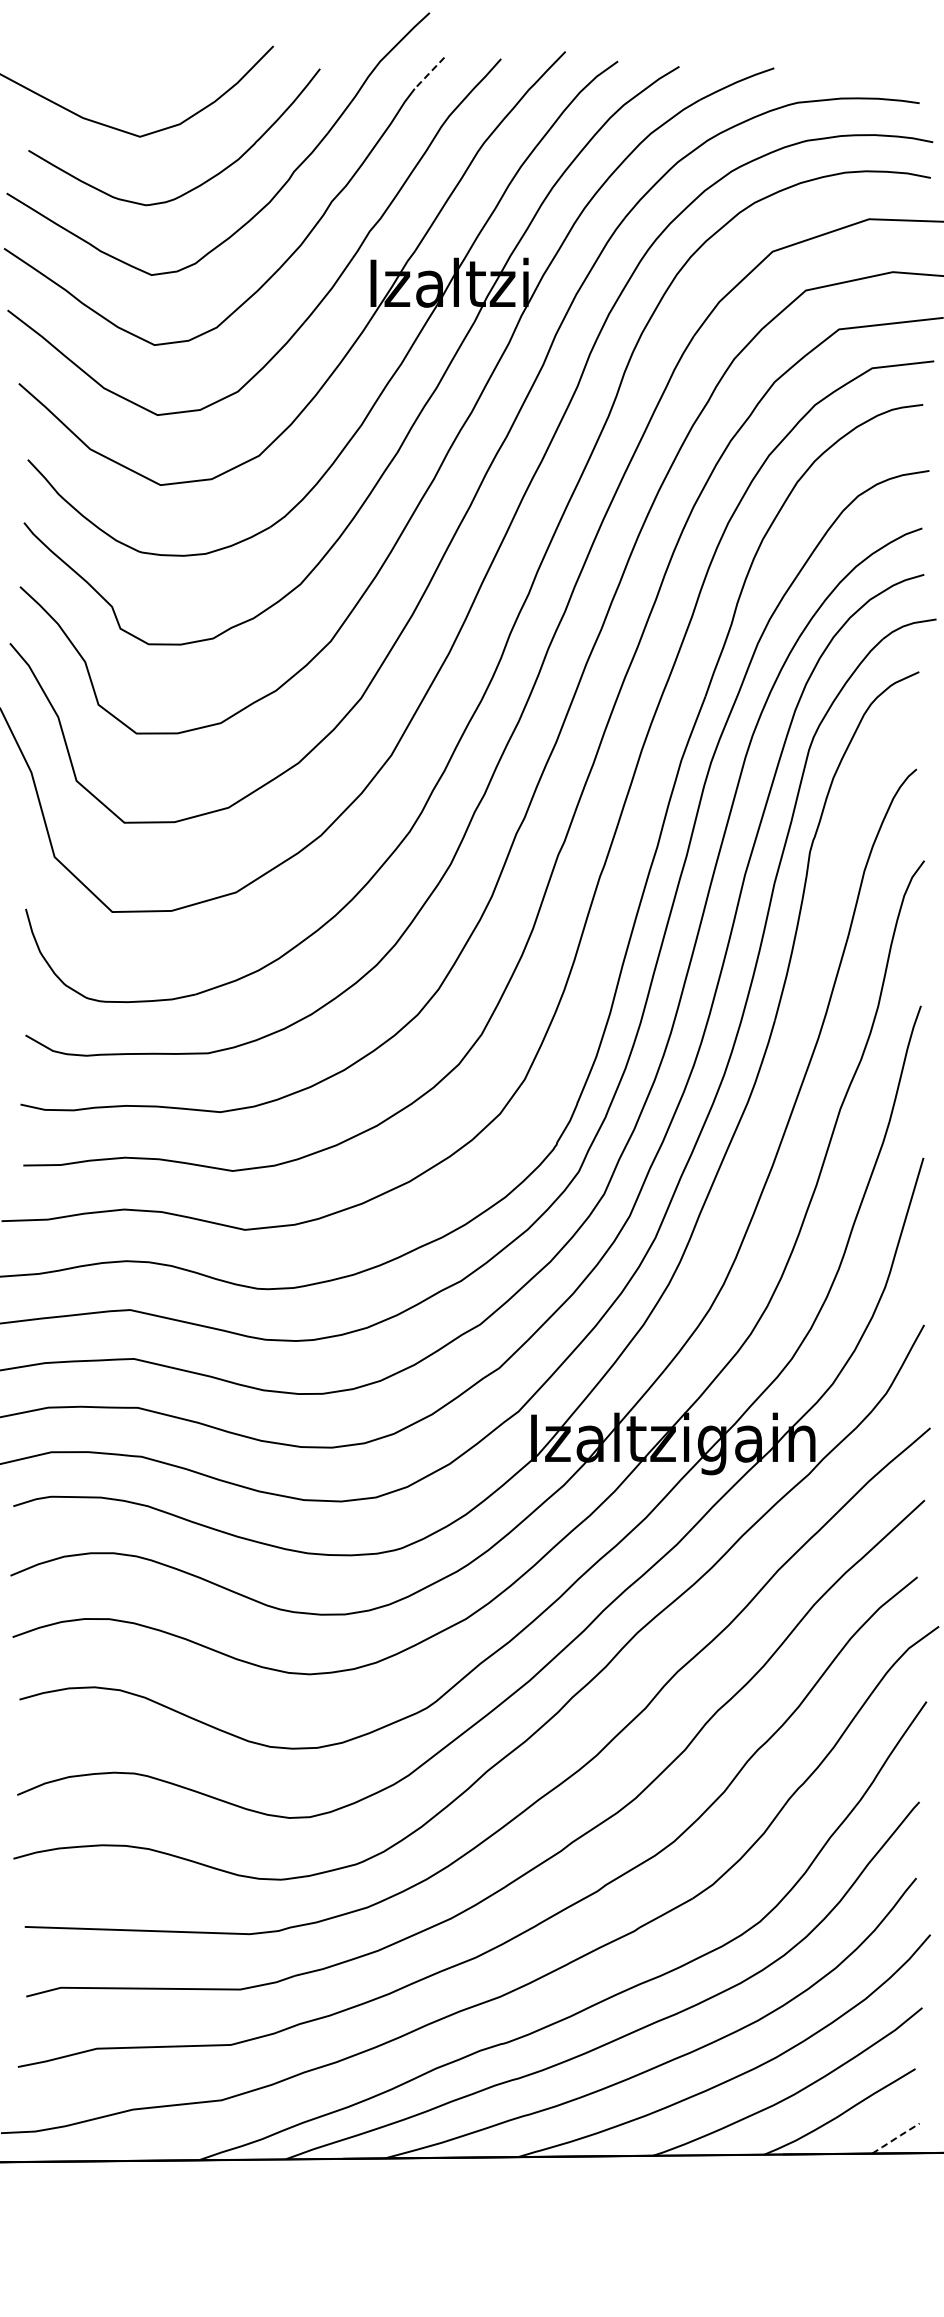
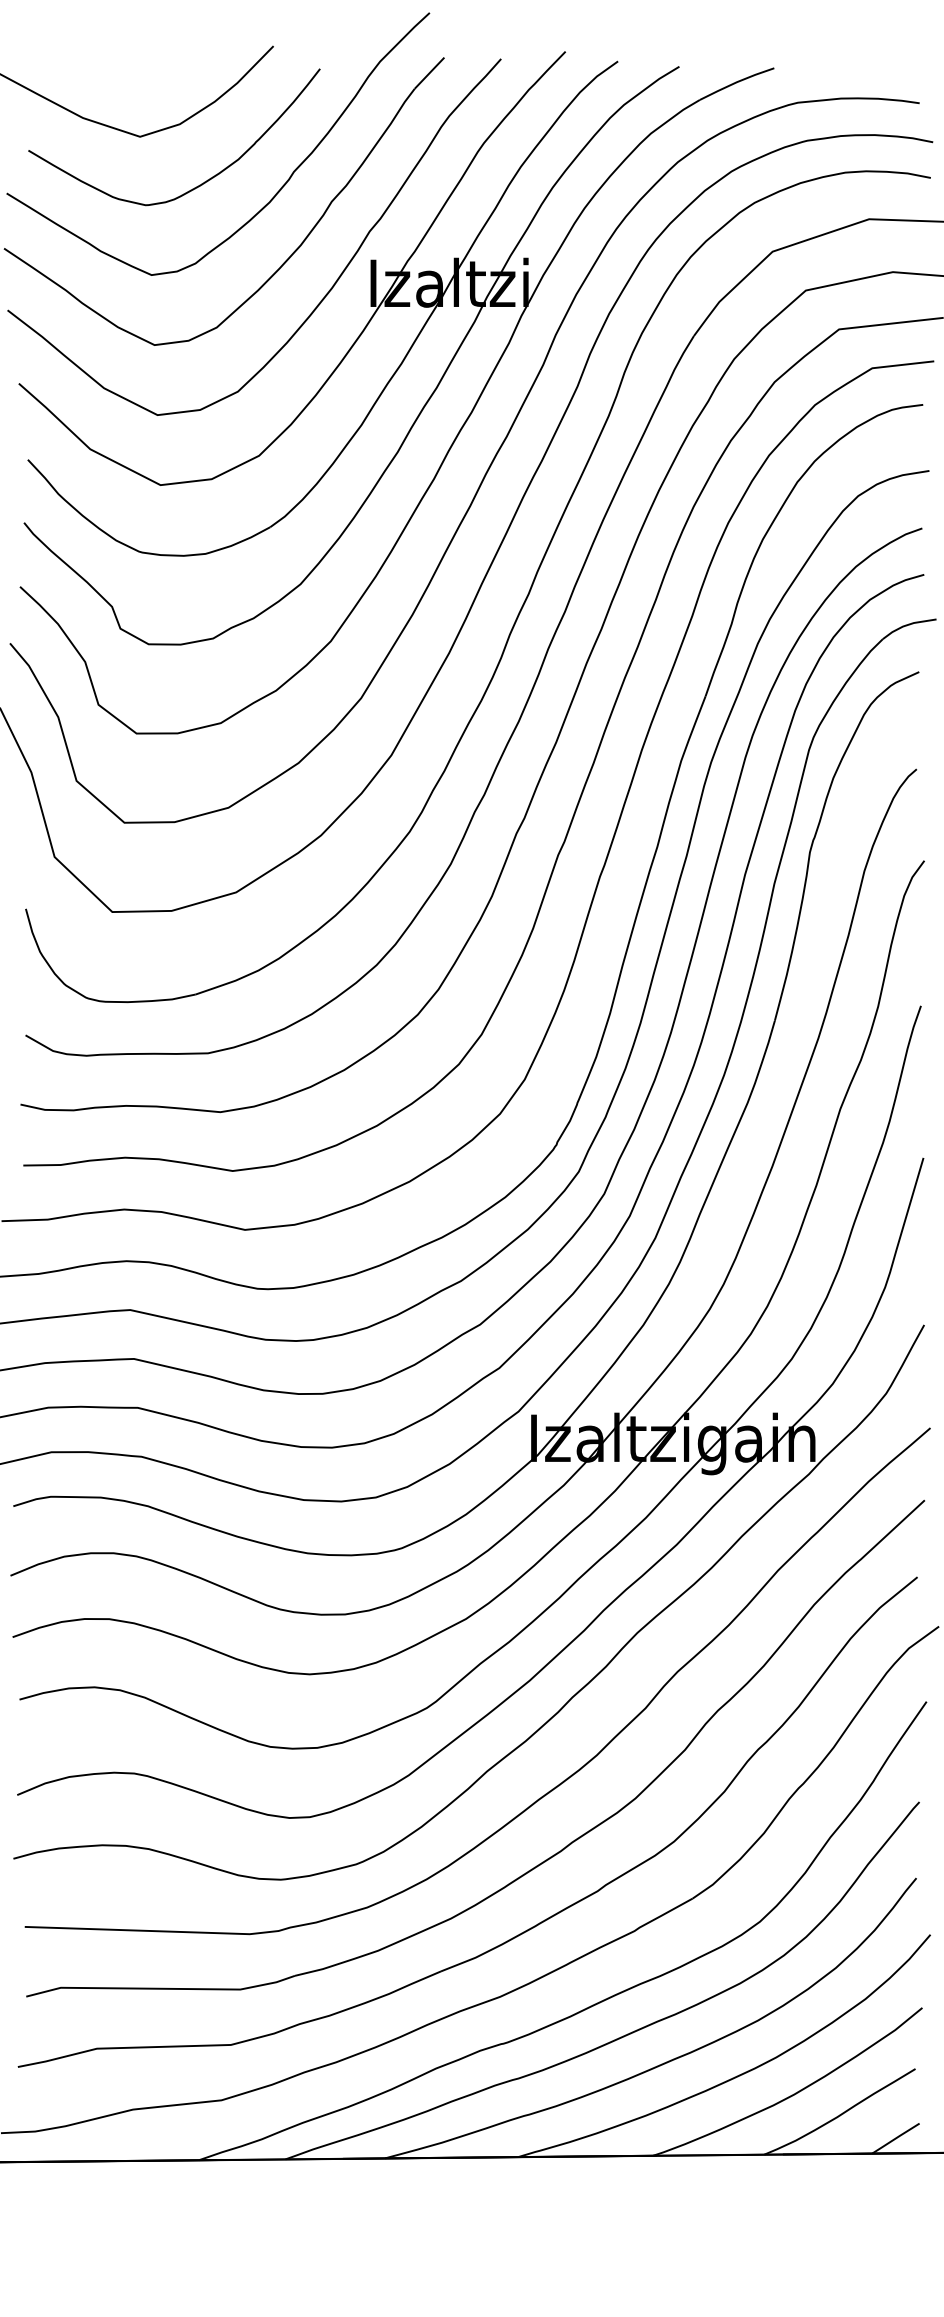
line at (429, 73): dashed -> solid
line at (896, 2138): dashed -> solid
